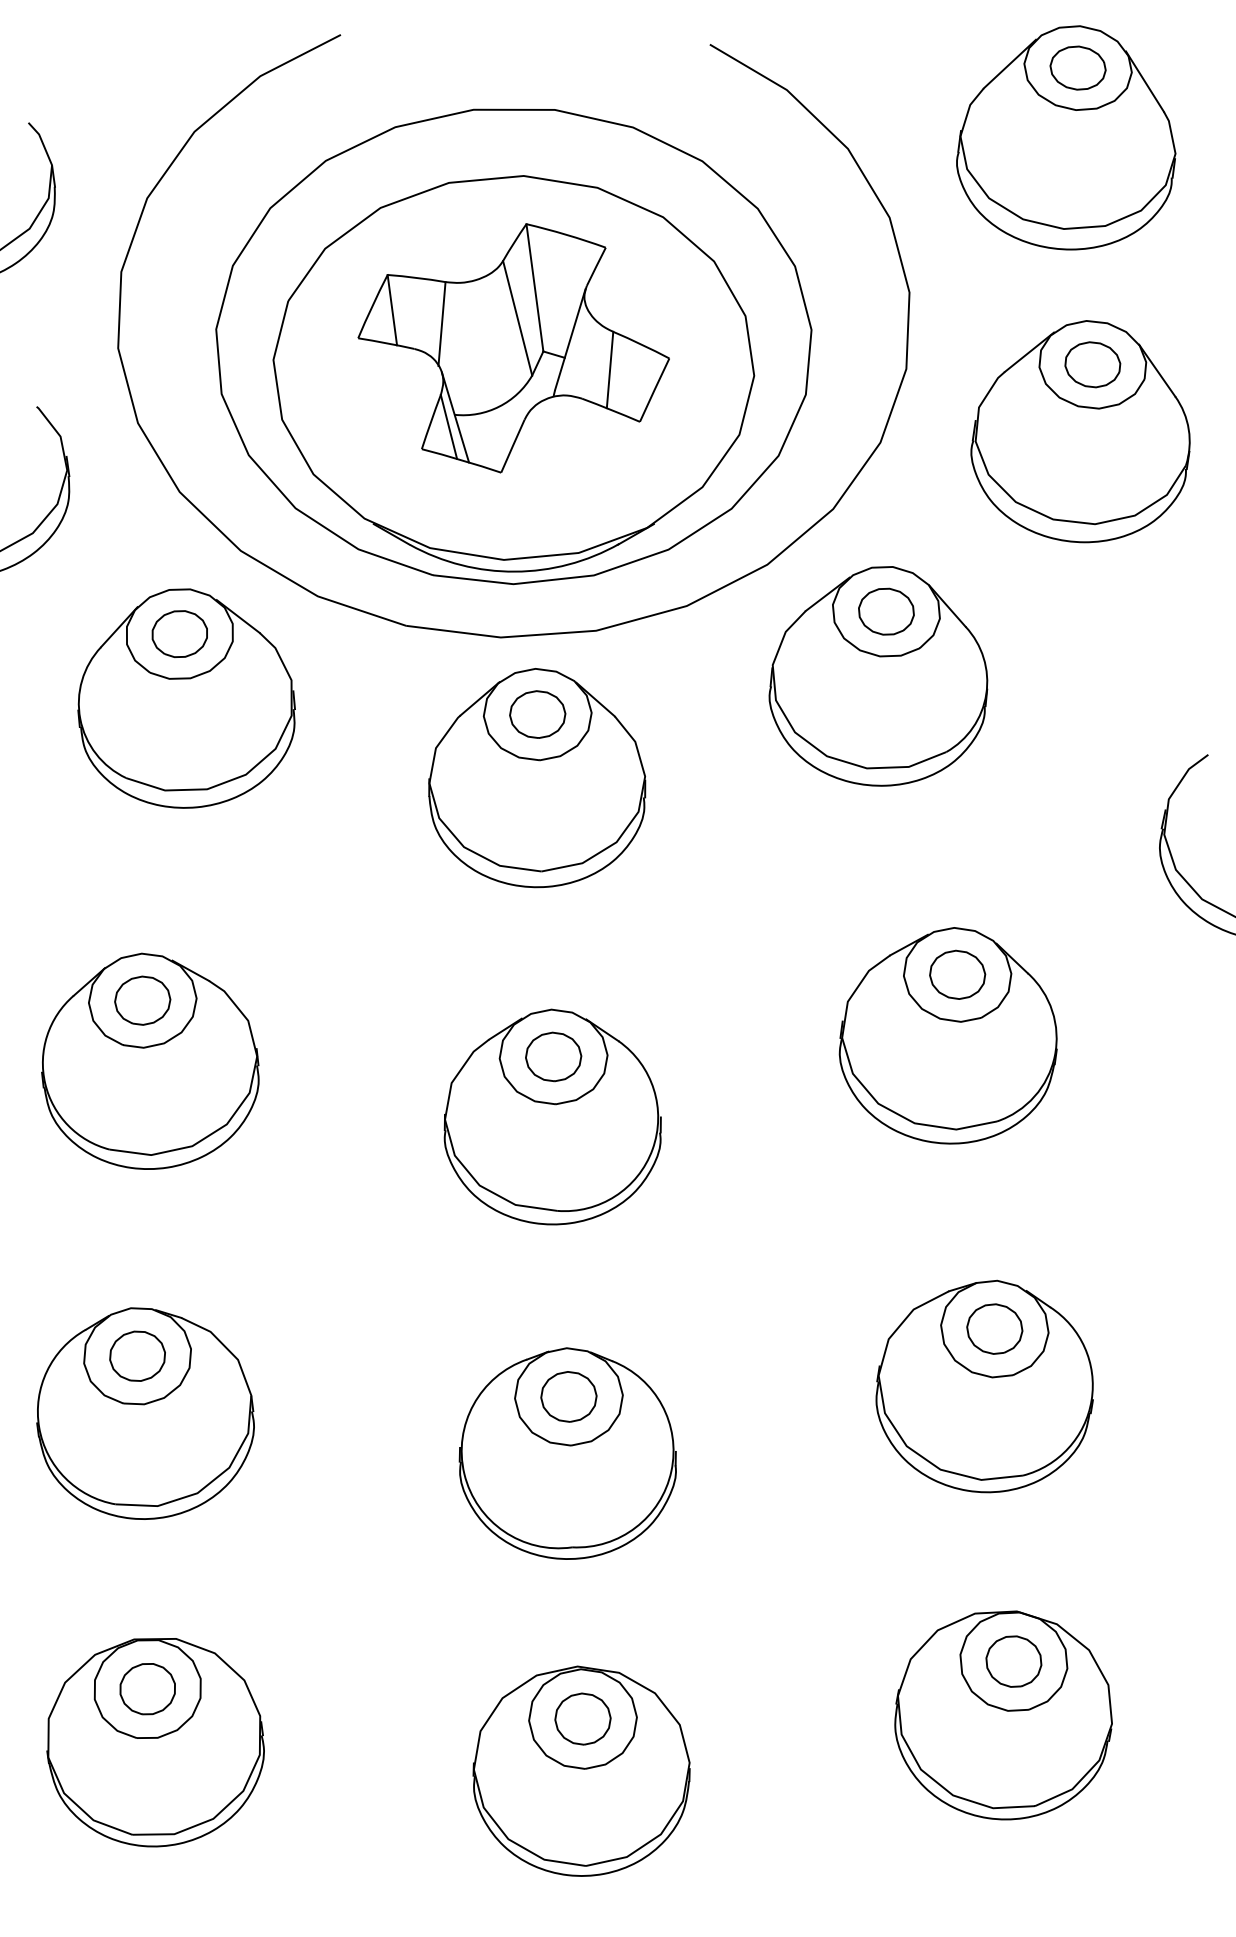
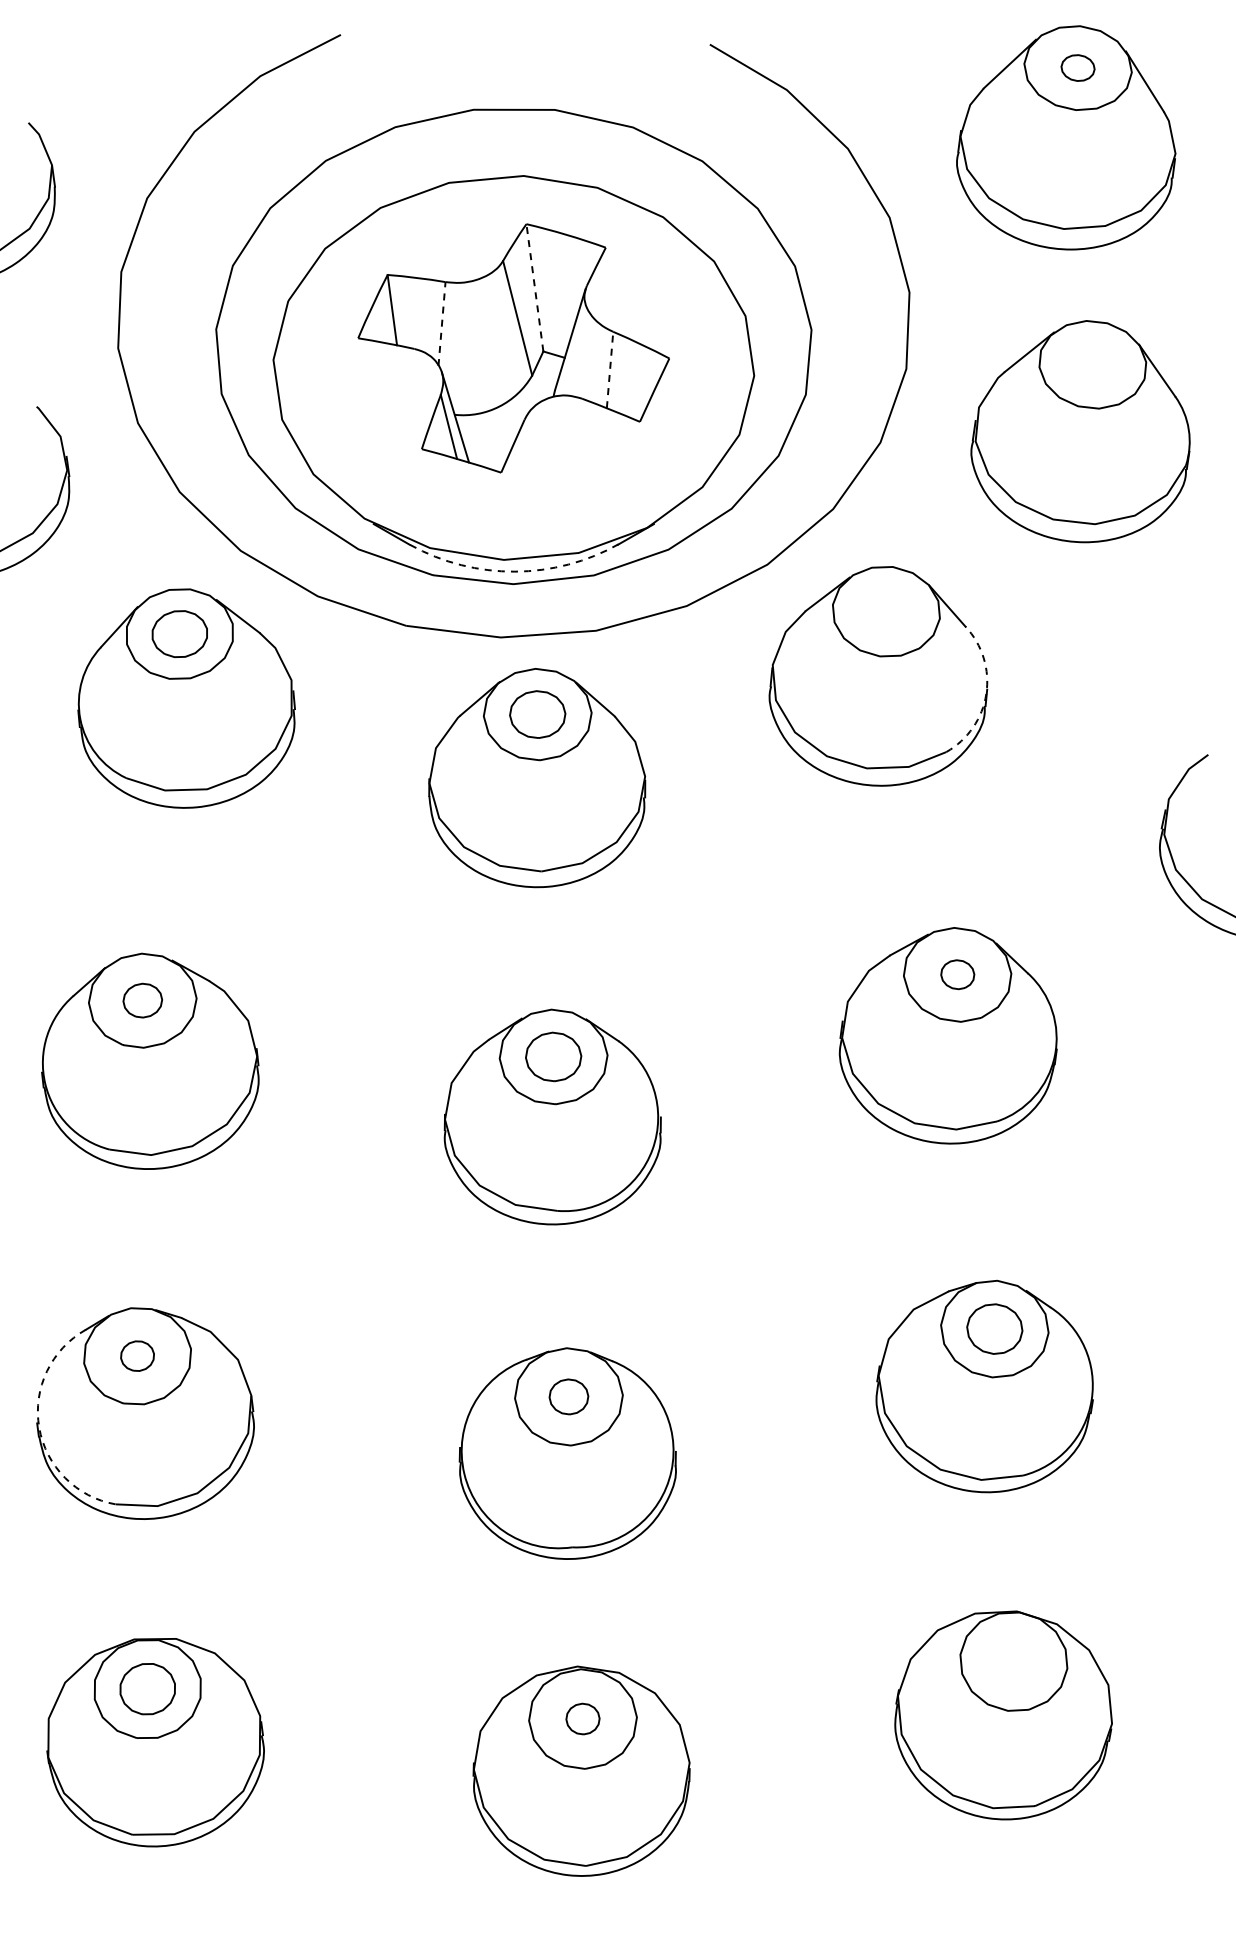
part at (1077, 67) size: 58x46 px -> 36x28 px
line at (534, 287): solid -> dashed
line at (442, 323): solid -> dashed
part at (1092, 364): present -> none
line at (610, 369): solid -> dashed
arc at (514, 571): solid -> dashed
part at (886, 611): present -> none
arc at (986, 694): solid -> dashed
part at (957, 974) size: 58x51 px -> 36x32 px
part at (142, 1000) size: 58x51 px -> 41x37 px
part at (137, 1355) size: 57x52 px -> 35x32 px
part at (568, 1396) size: 58x52 px -> 42x38 px
arc at (39, 1427): solid -> dashed
part at (1013, 1661): present -> none
part at (582, 1718) size: 58x54 px -> 36x34 px
